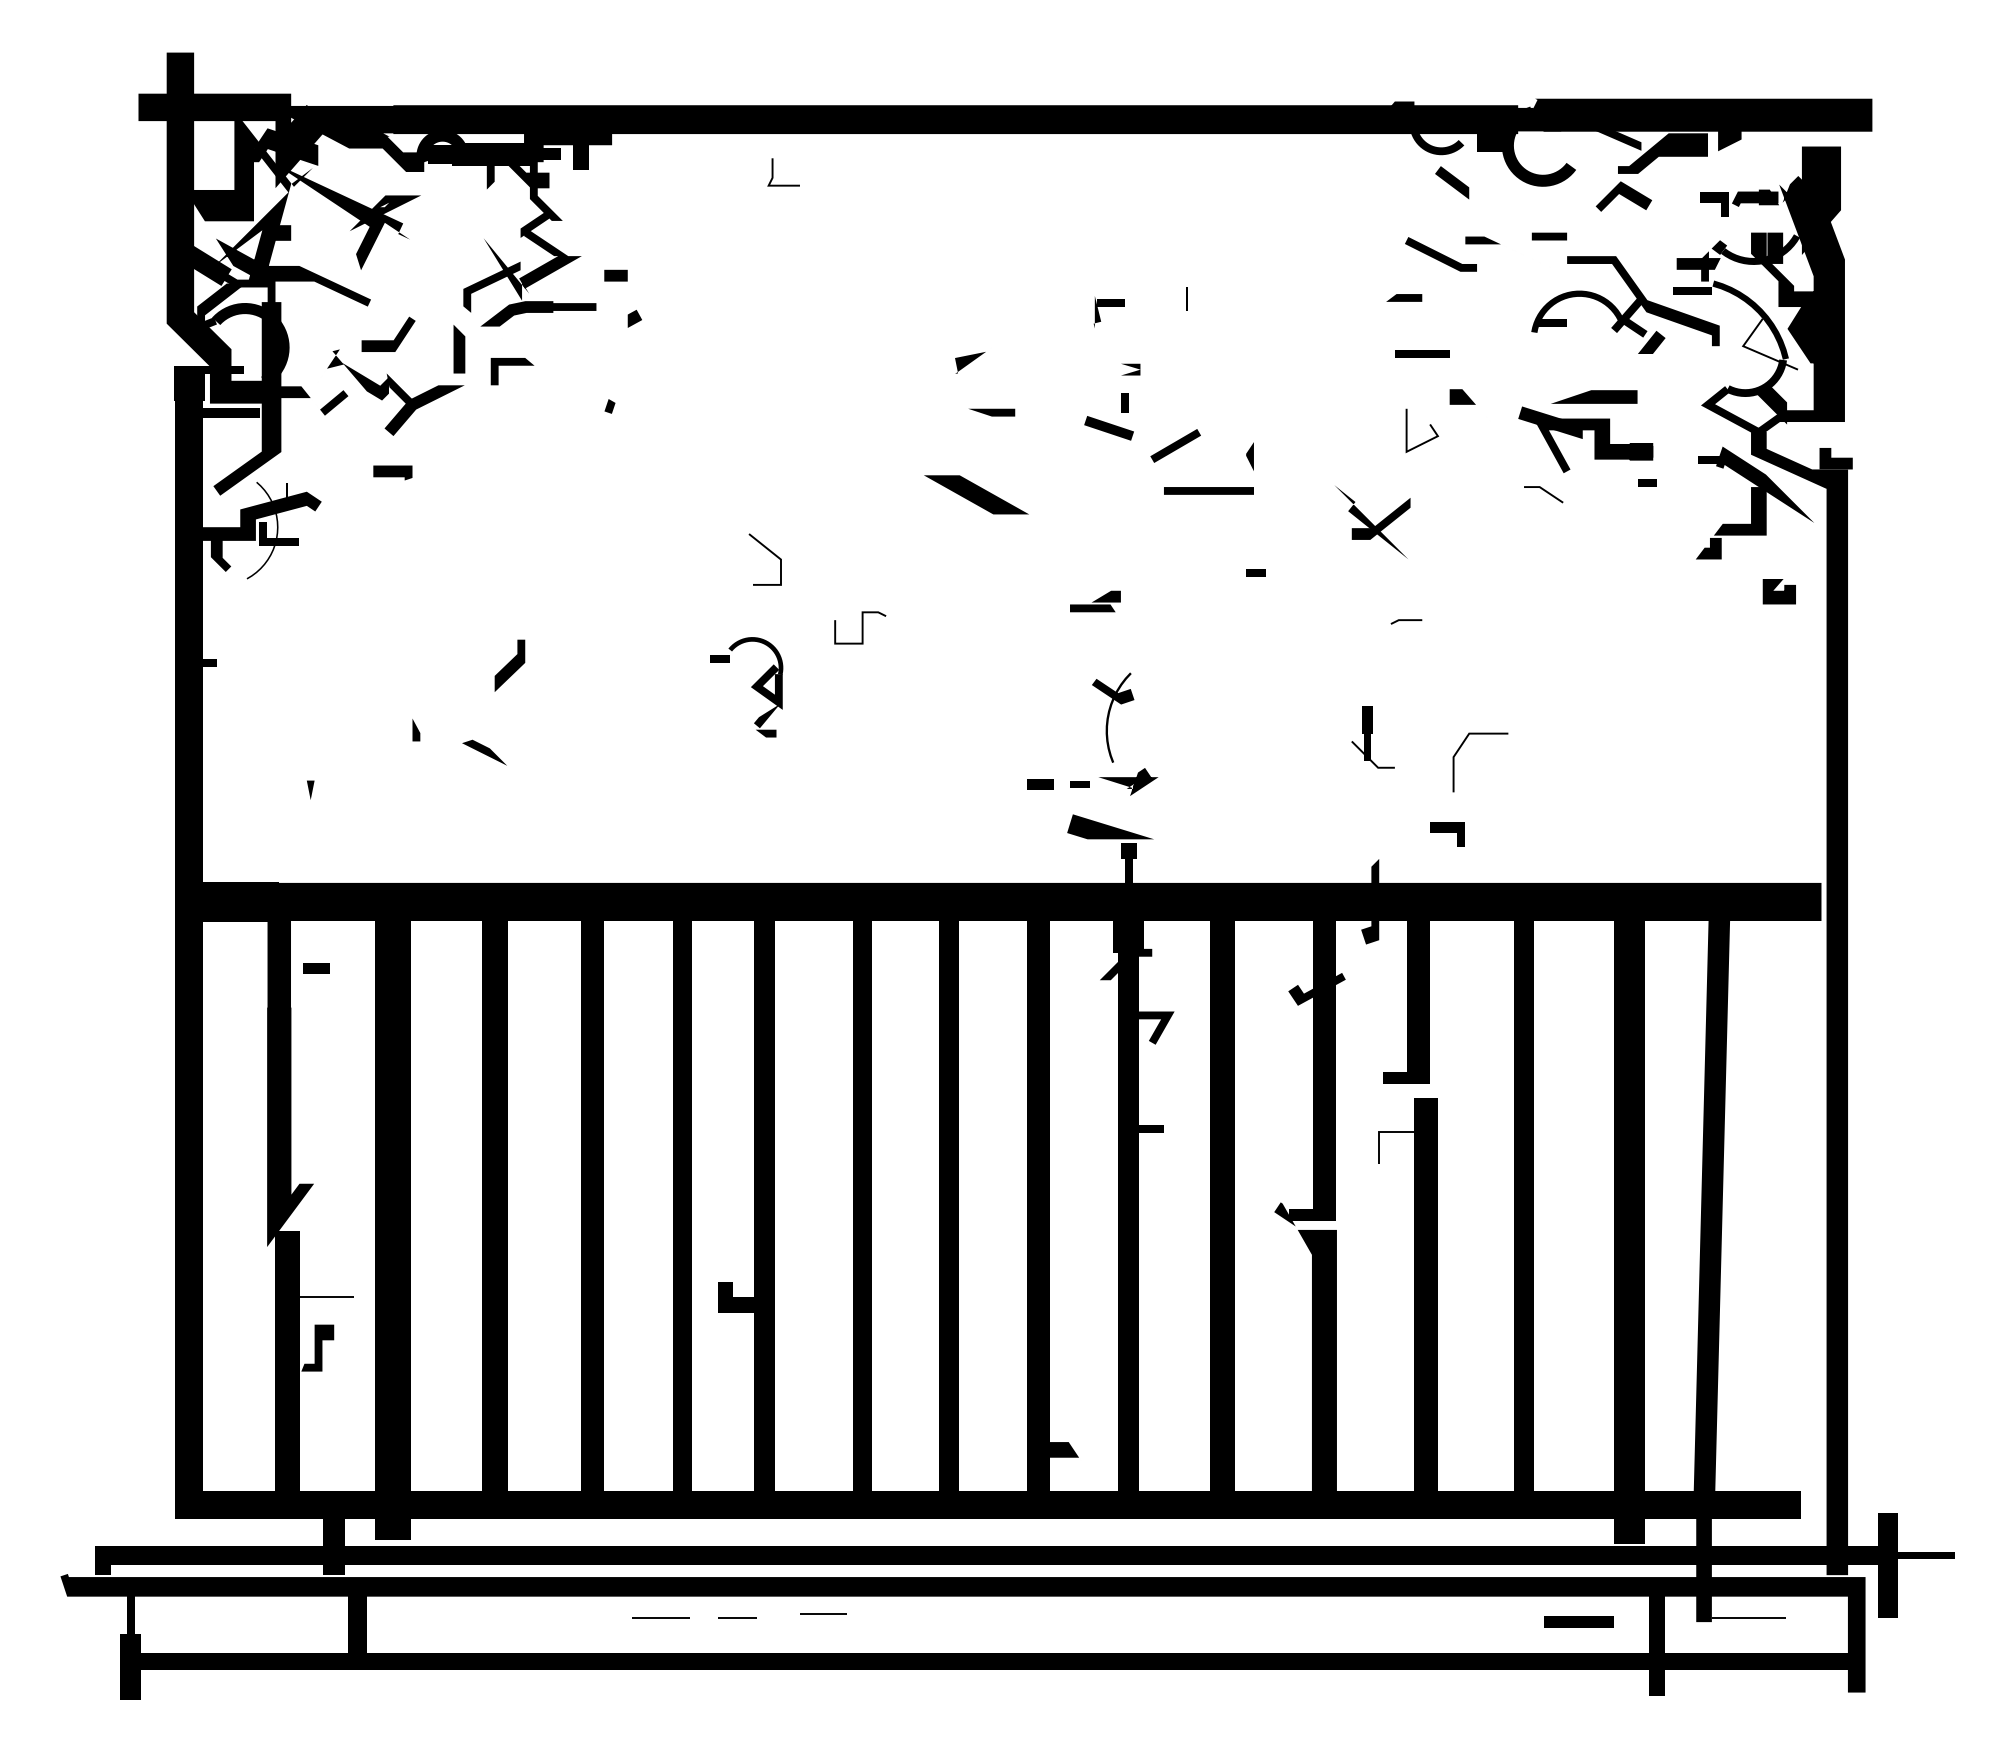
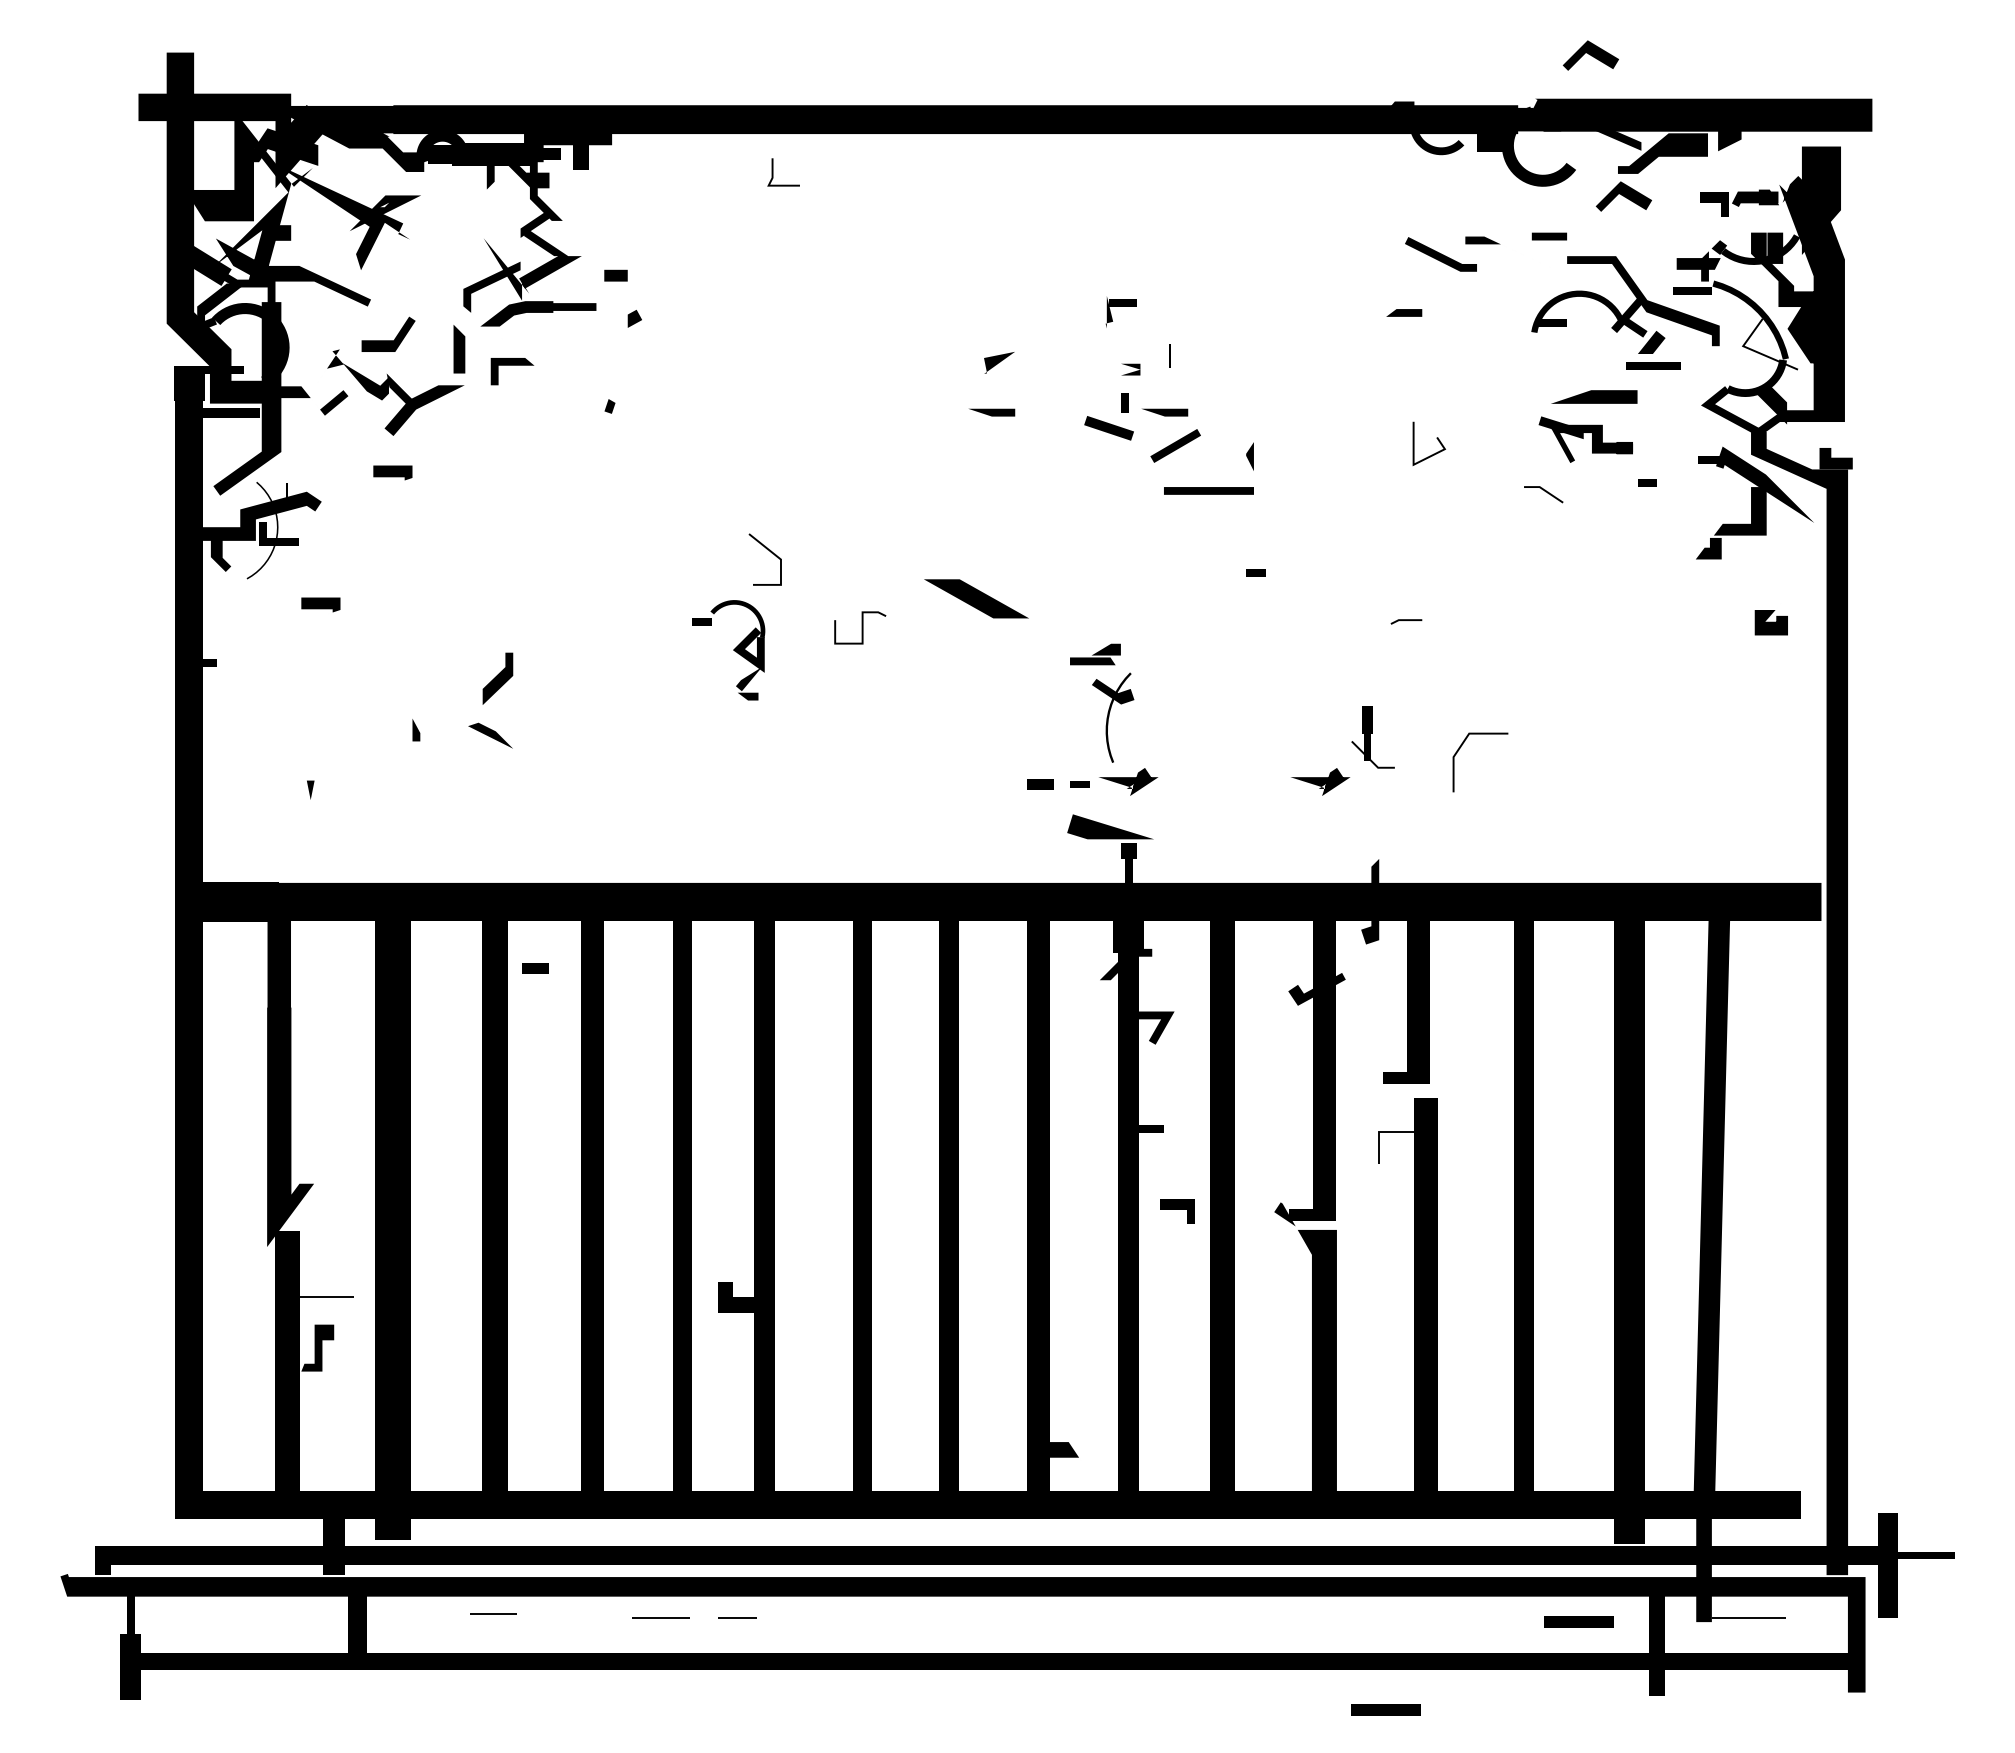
line at (1590, 55): none -> present
line at (1452, 182): present -> none
line at (1404, 297) position: (1404, 297) -> (1404, 312)
line at (1186, 298) position: (1186, 298) -> (1169, 355)
part at (1108, 312) position: (1108, 312) -> (1120, 312)
line at (1422, 353) position: (1422, 353) -> (1653, 365)
line at (970, 362) position: (970, 362) -> (999, 362)
line at (1462, 396): present -> none
line at (1165, 412): none -> present
line at (1429, 425) position: (1429, 425) -> (1436, 438)
part at (1585, 439) size: 136x67 px -> 95x47 px
curve at (976, 494) position: (976, 494) -> (976, 598)
part at (1372, 522): present -> none
curve at (1778, 591) position: (1778, 591) -> (1770, 622)
part at (1095, 601) position: (1095, 601) -> (1095, 654)
line at (320, 604): none -> present
line at (509, 665) position: (509, 665) -> (497, 678)
part at (746, 687) position: (746, 687) -> (728, 650)
part at (484, 752) position: (484, 752) -> (490, 735)
curve at (1320, 781): none -> present
line at (1447, 832) position: (1447, 832) -> (1177, 1209)
line at (316, 968) position: (316, 968) -> (535, 968)
line at (823, 1613) position: (823, 1613) -> (493, 1613)
line at (1385, 1709): none -> present
